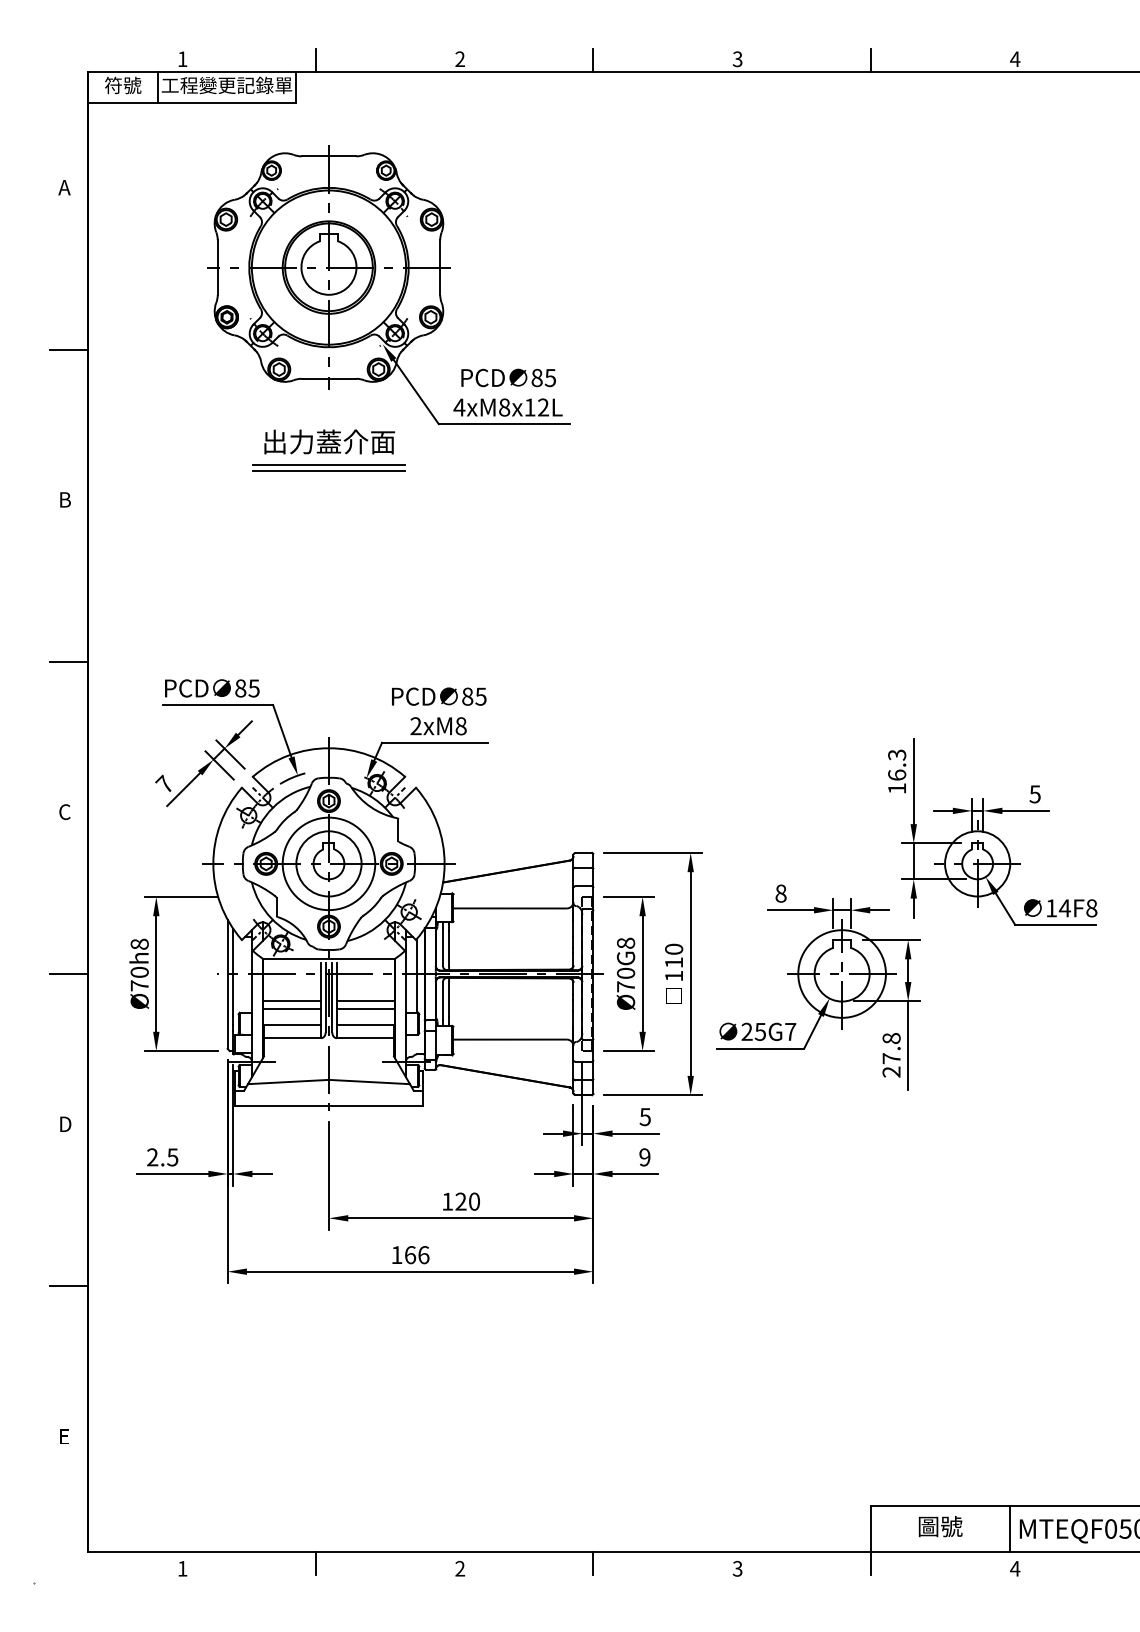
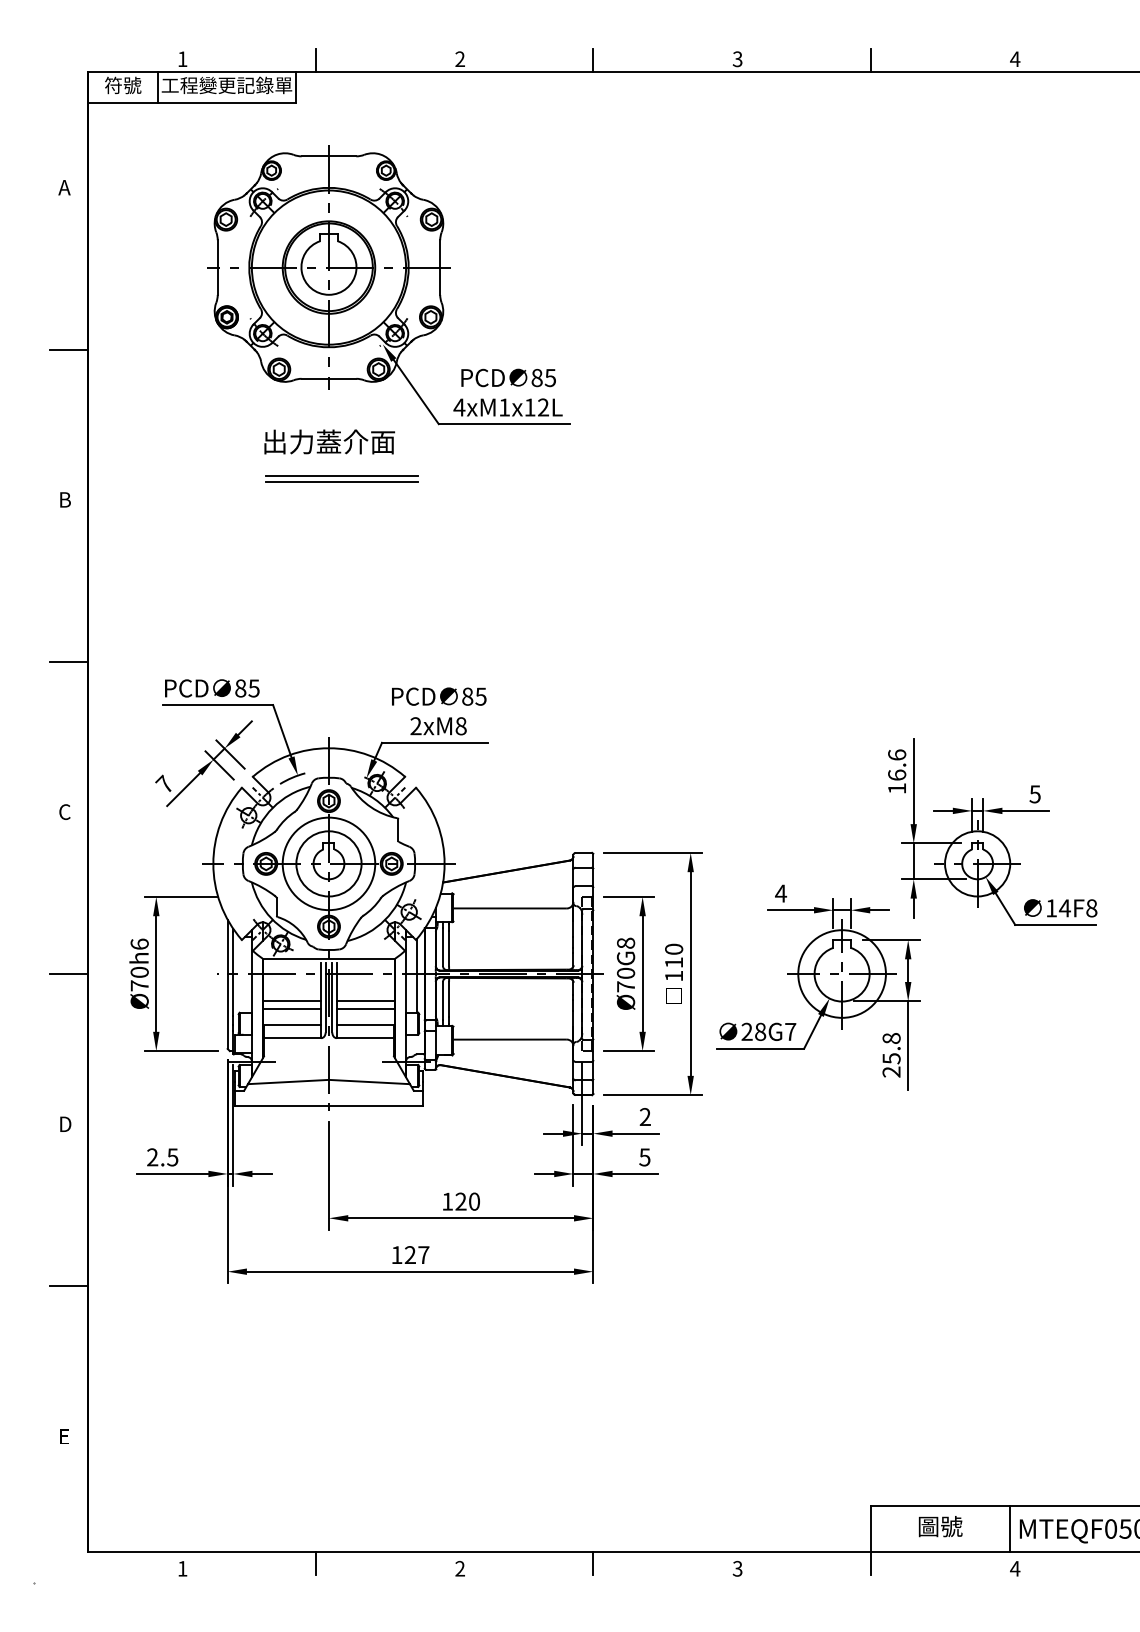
text at (504, 407): 4xM8x12L -> 4xM1x12L
part at (328, 467) position: (328, 467) -> (341, 478)
text at (897, 754): 16.3 -> 16.6
text at (781, 893): 8 -> 4
text at (139, 943): Ø70h8 -> Ø70h6
text at (760, 1031): 25G7 -> 28G7
text at (891, 1058): 27.8 -> 25.8
text at (644, 1117): 5 -> 2
text at (644, 1157): 9 -> 5
text at (416, 1255): 166 -> 127
